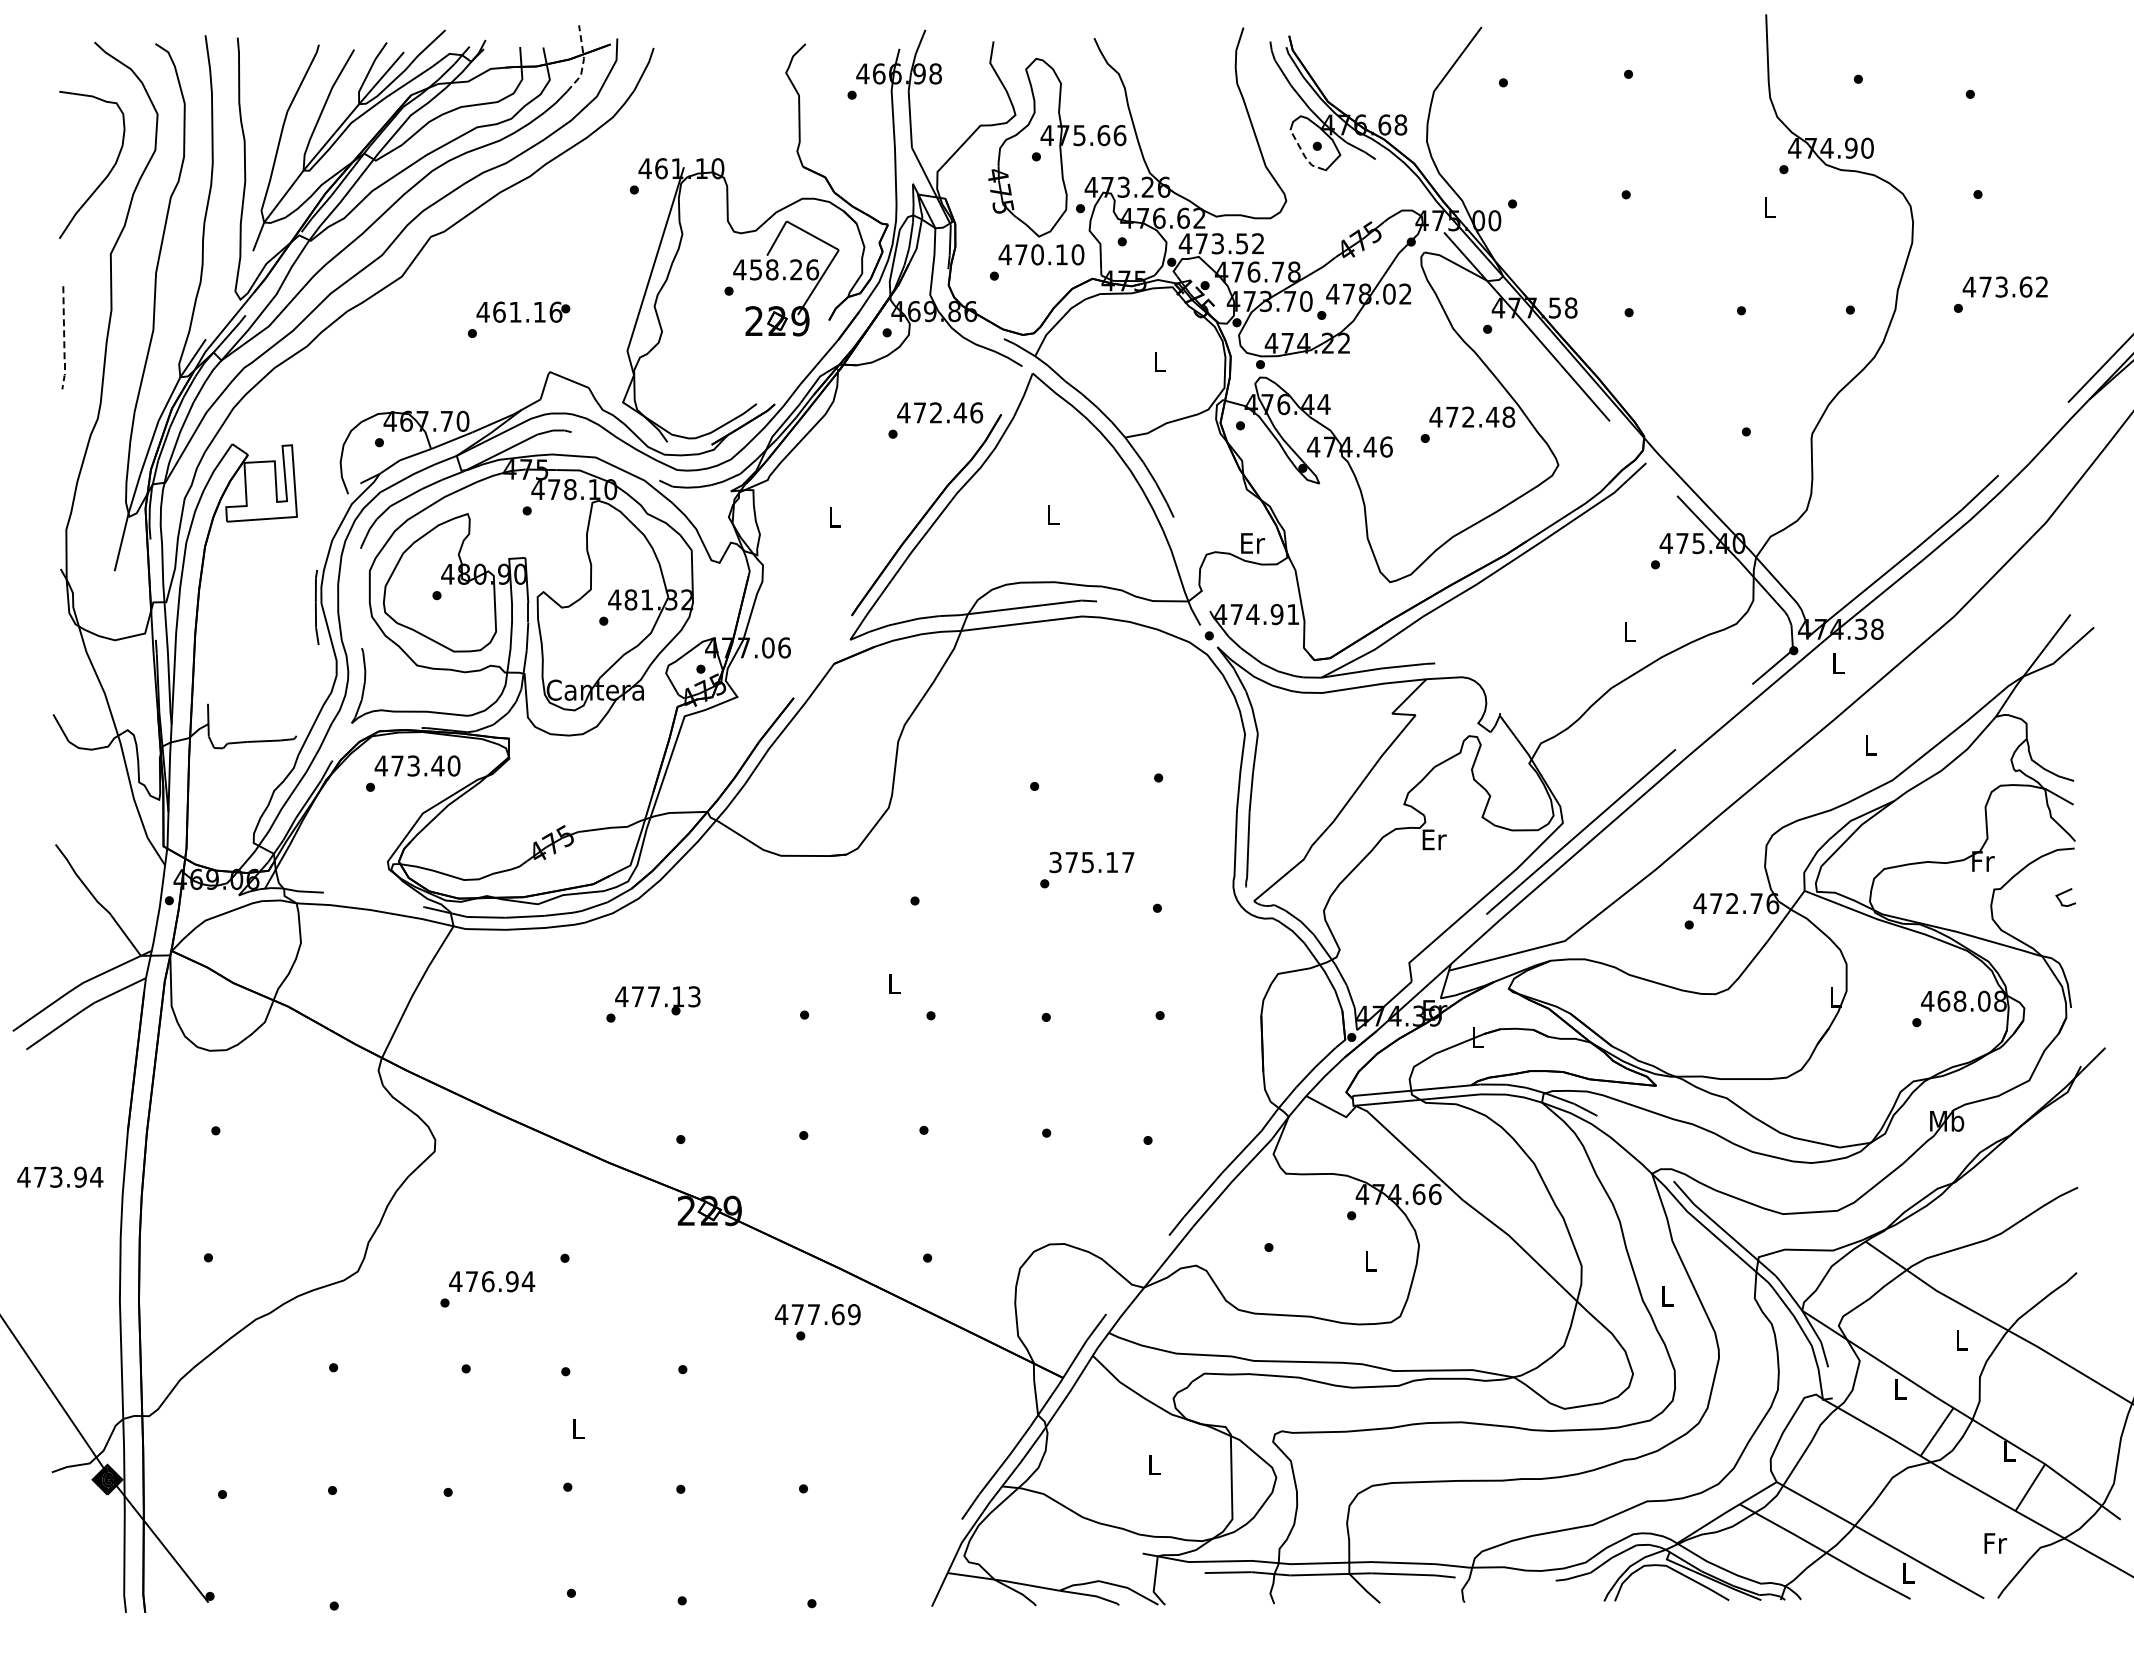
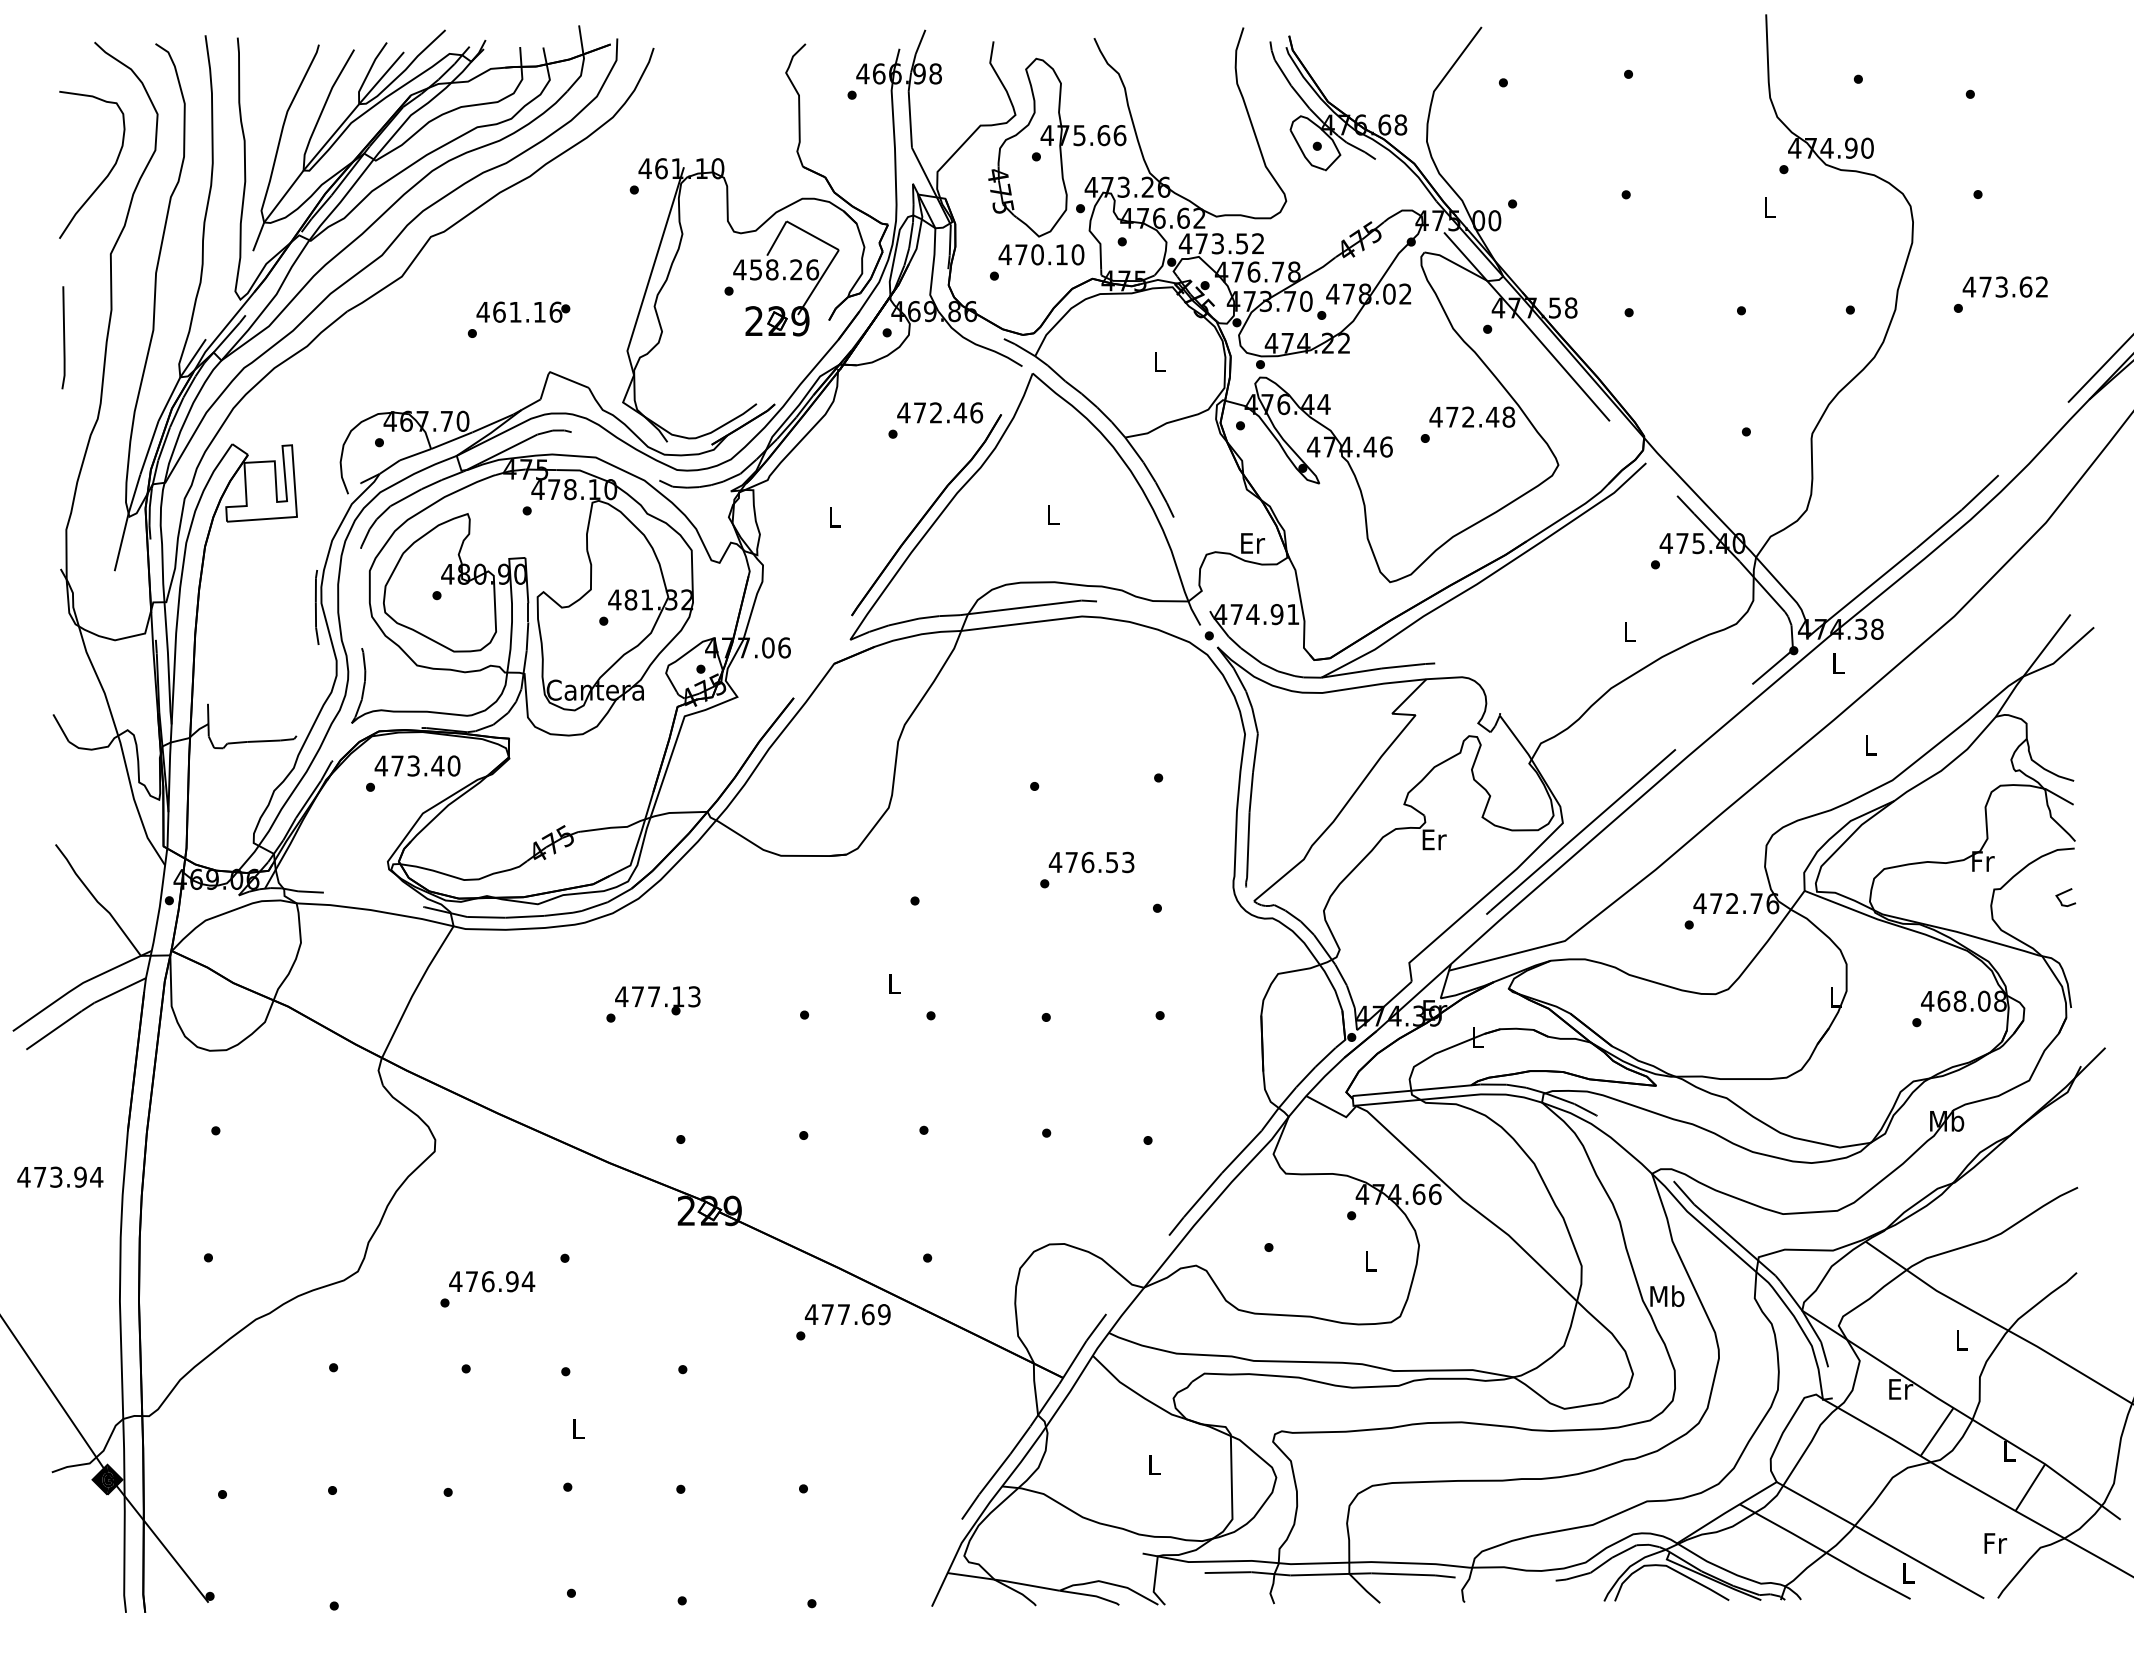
line at (583, 60): dashed -> solid
line at (1304, 155): dashed -> solid
line at (64, 340): dashed -> solid
text at (1091, 862): 375.17 -> 476.53
text at (1667, 1296): L -> Mb
text at (817, 1314) position: (817, 1314) -> (847, 1314)
text at (1901, 1389): L -> Er
